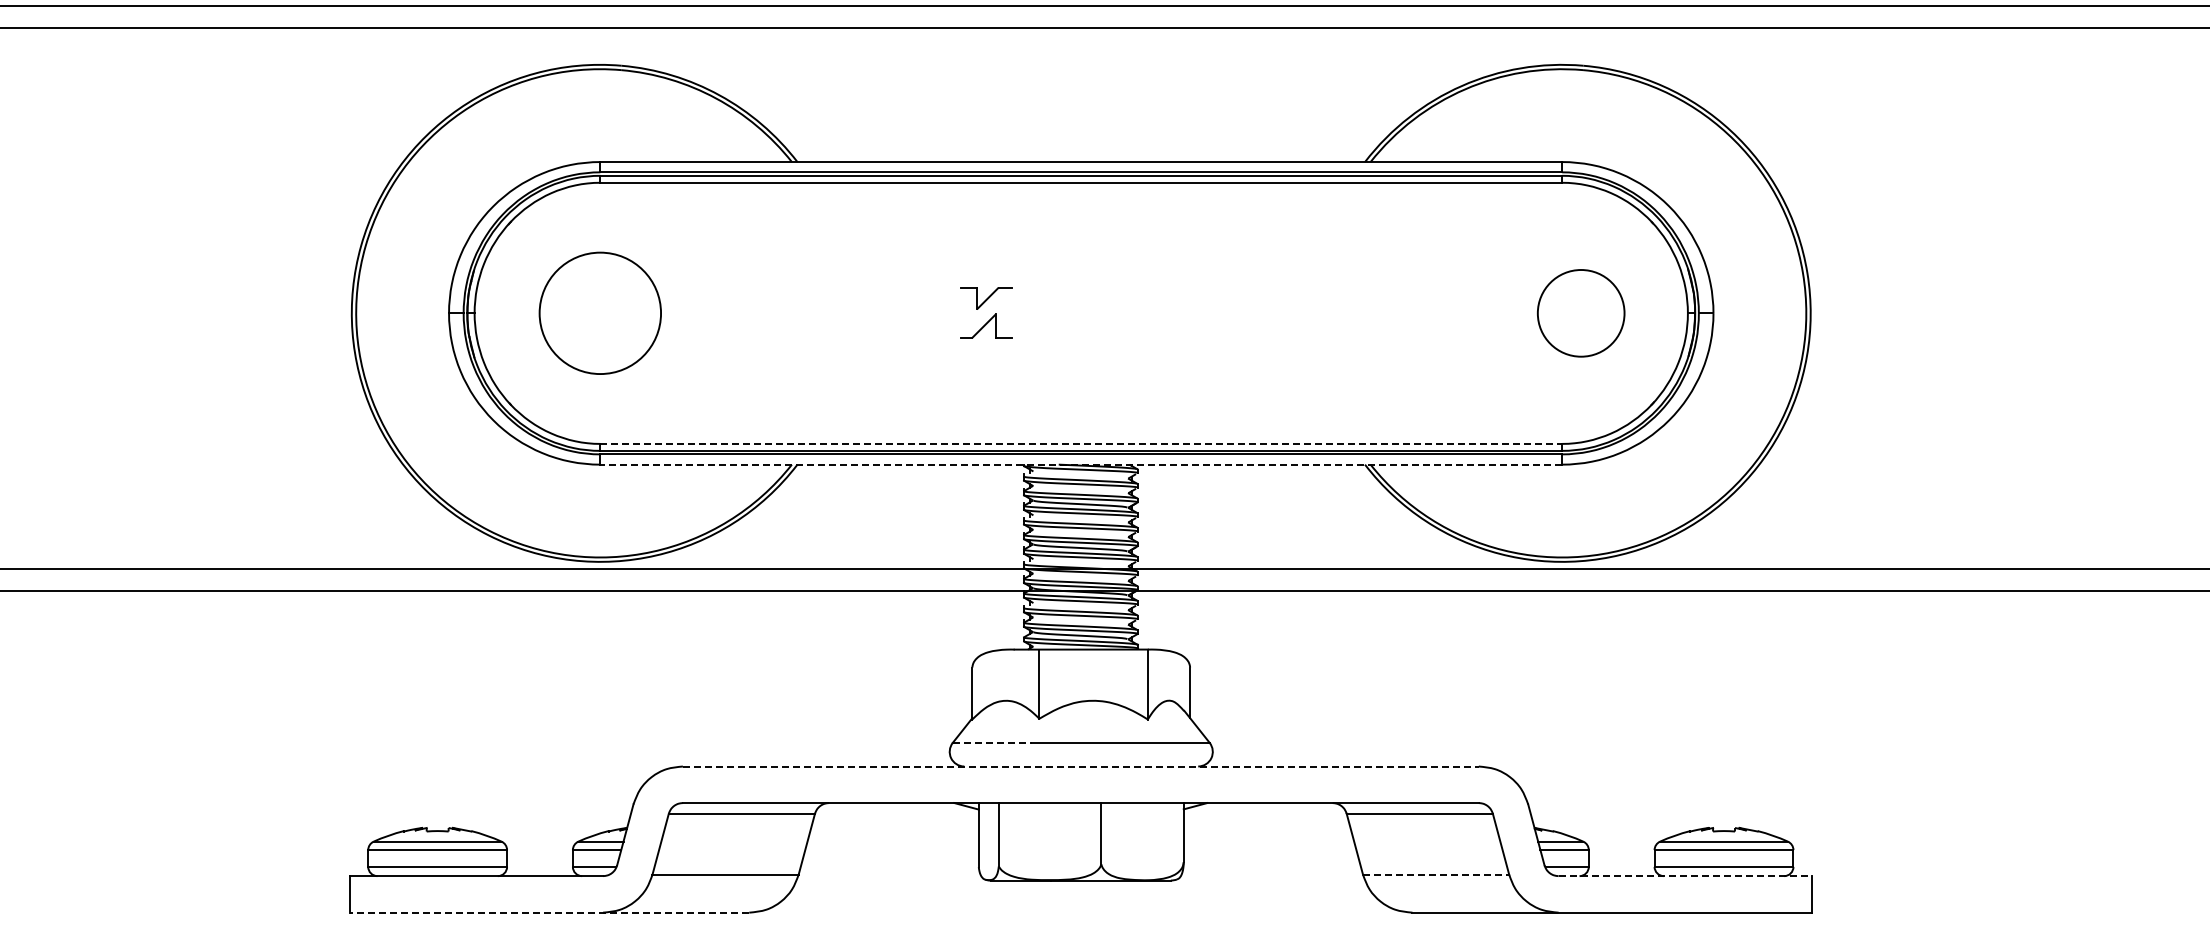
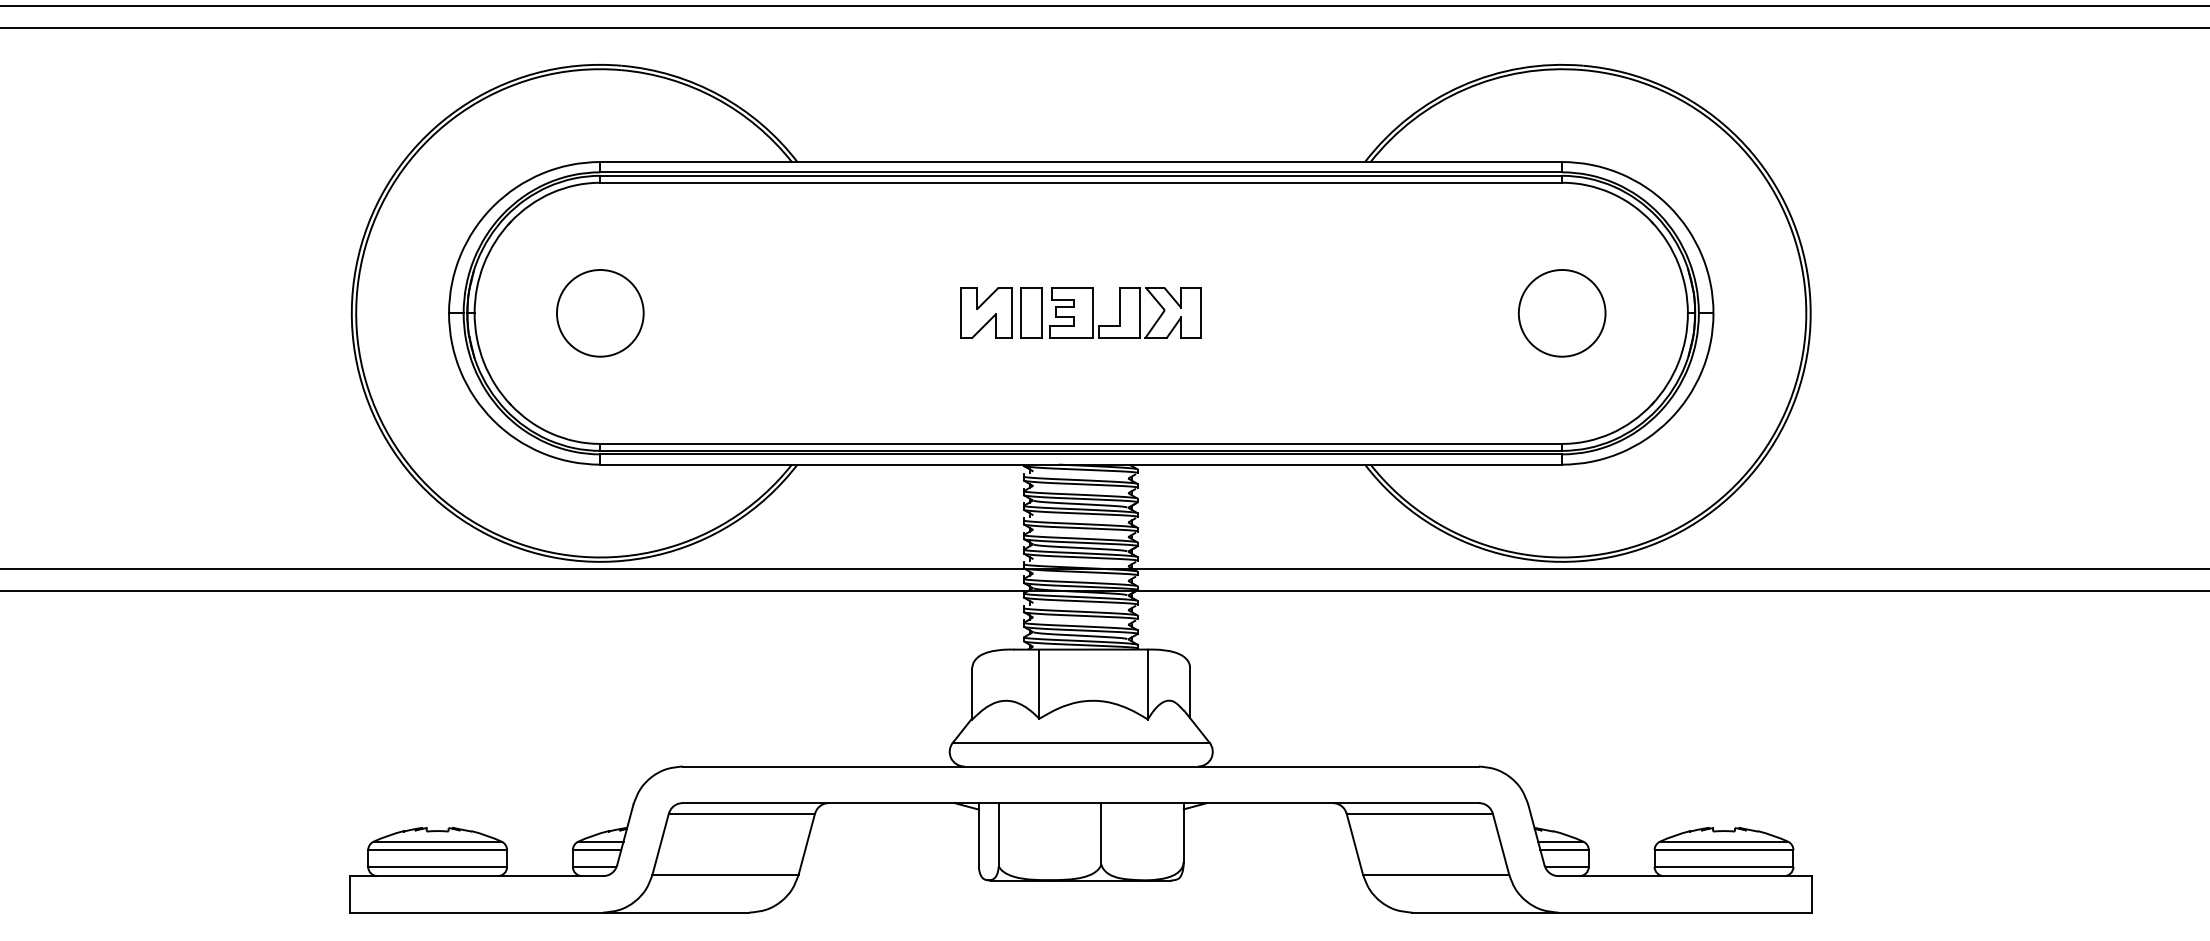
line at (960, 312): none -> present
line at (1011, 312): none -> present
part at (1119, 312): none -> present
circle at (600, 313) diameter: 121 px -> 87 px
circle at (1581, 313) position: (1581, 313) -> (1562, 313)
line at (1081, 443): dashed -> solid
line at (1081, 464): dashed -> solid
line at (992, 742): dashed -> solid
line at (1080, 766): dashed -> solid
line at (1436, 874): dashed -> solid
line at (1685, 876): dashed -> solid
line at (549, 912): dashed -> solid
